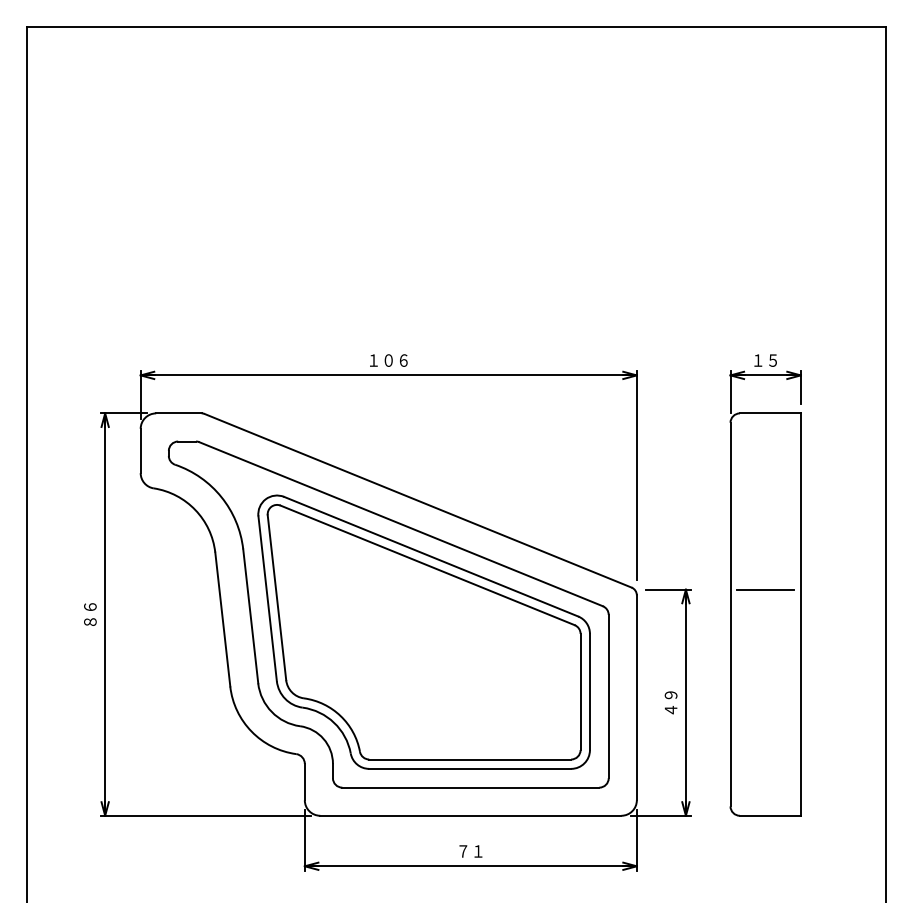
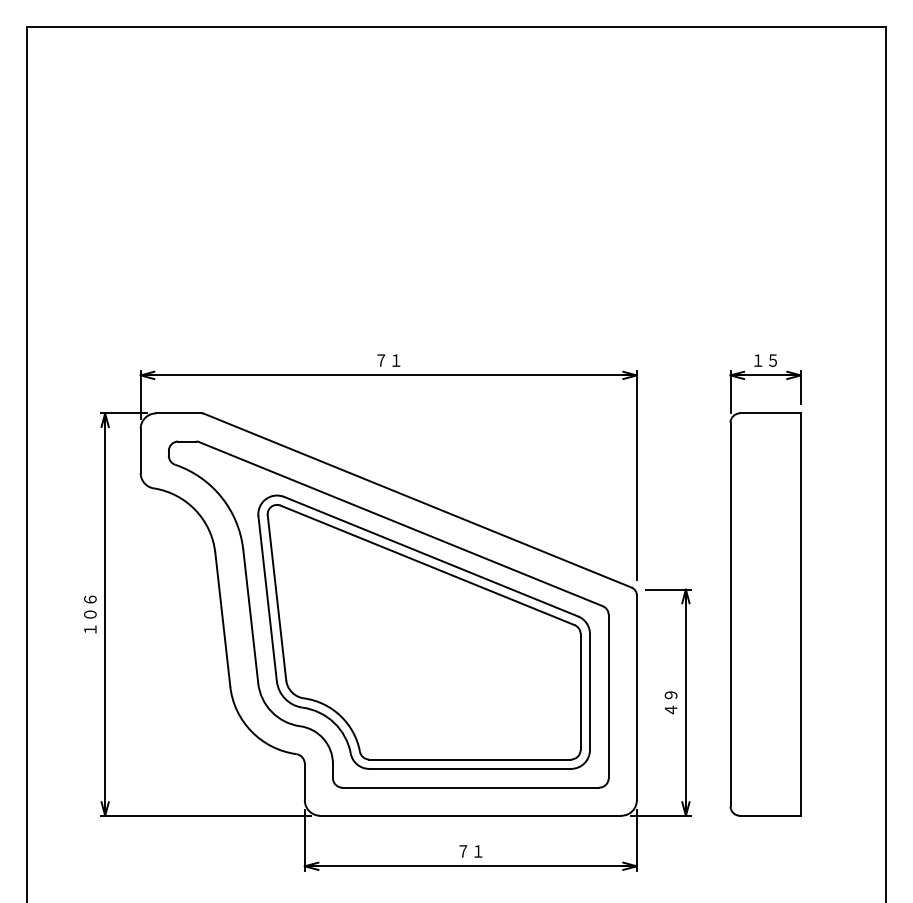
text at (388, 360): １０６ -> ７１
line at (765, 589): present -> none
text at (90, 614): ８６ -> １０６
